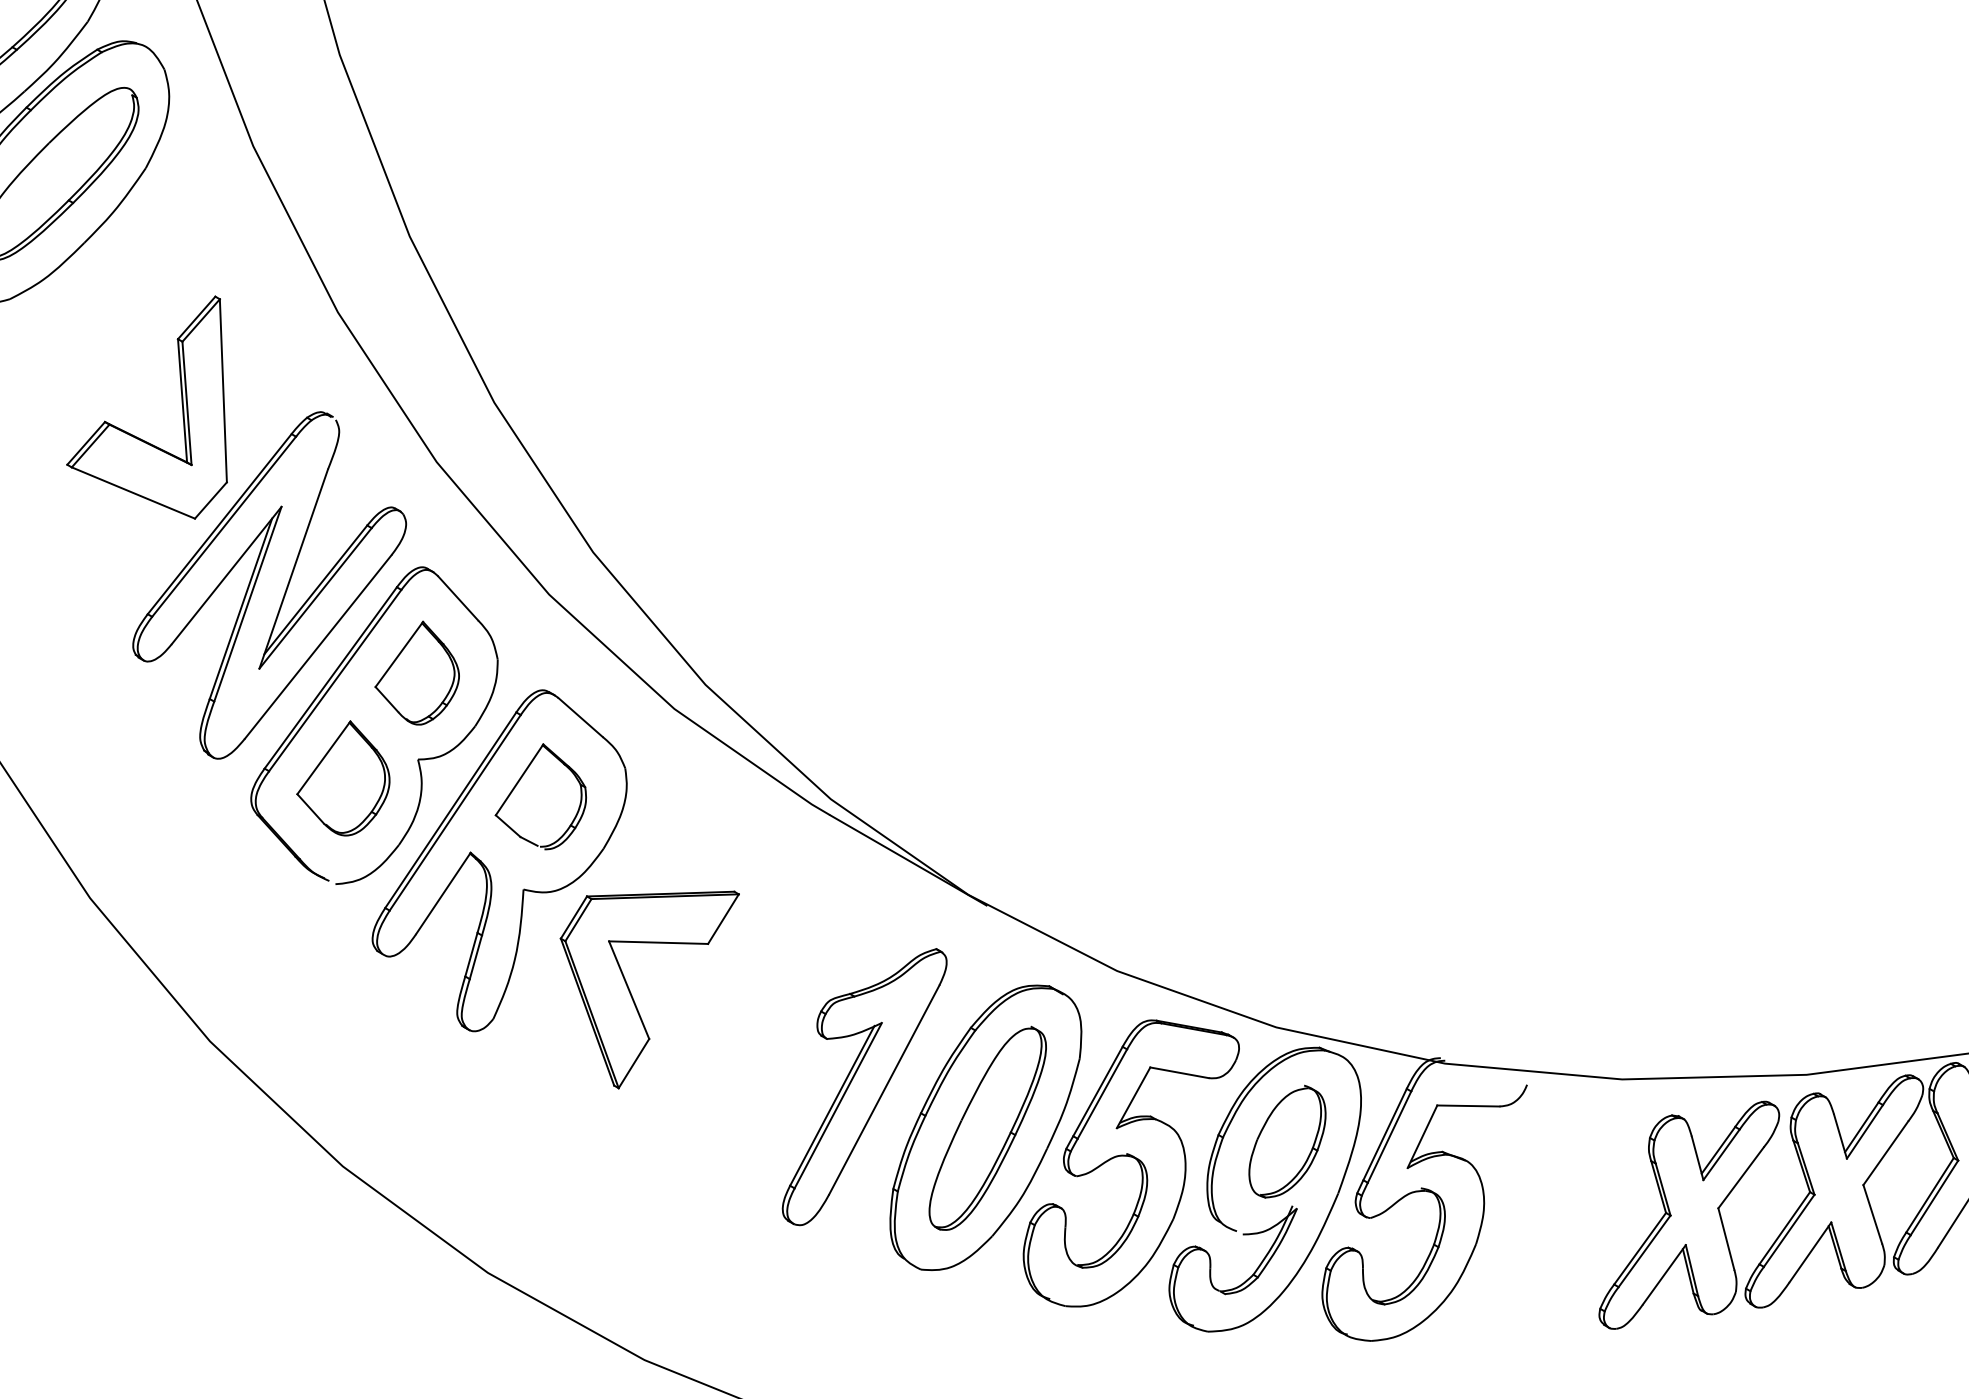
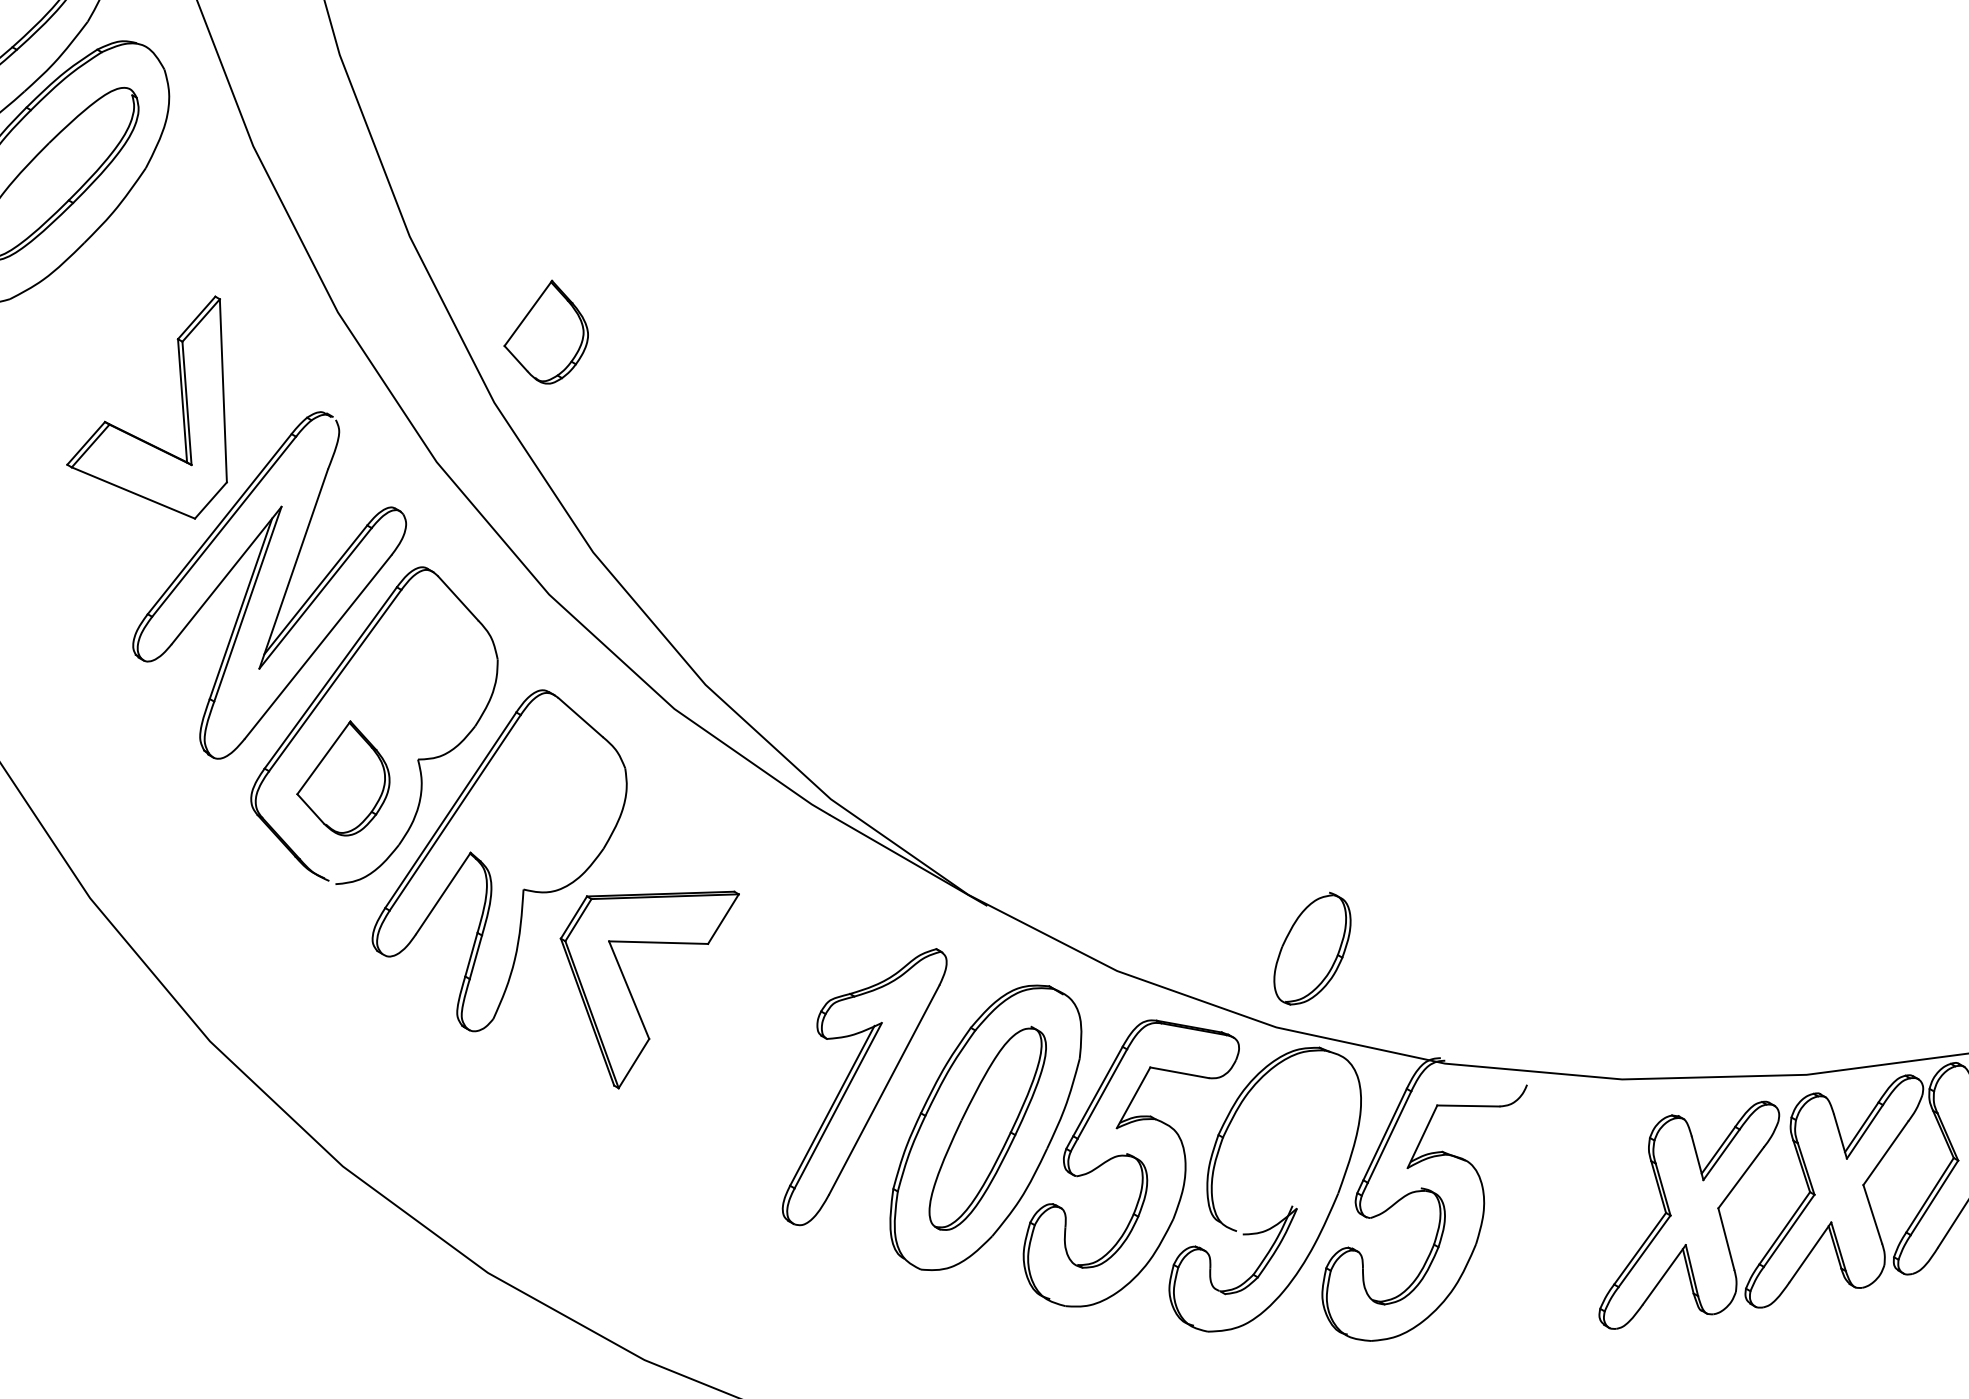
part at (416, 672) position: (416, 672) -> (545, 331)
part at (518, 783): present -> none
part at (1287, 1141) position: (1287, 1141) -> (1312, 948)
